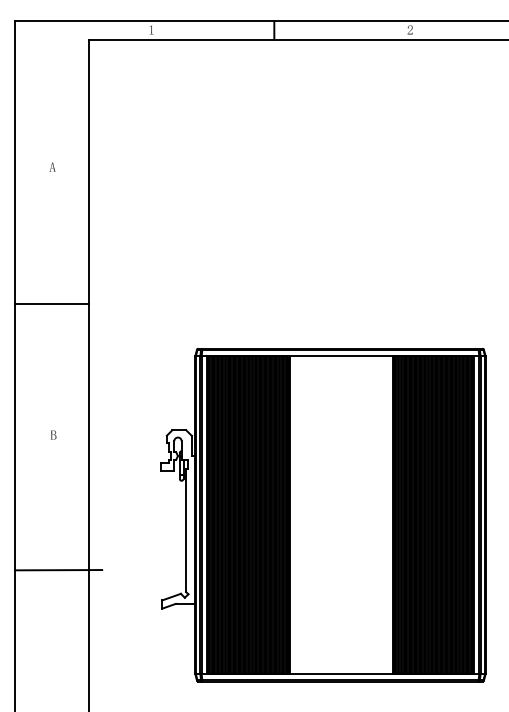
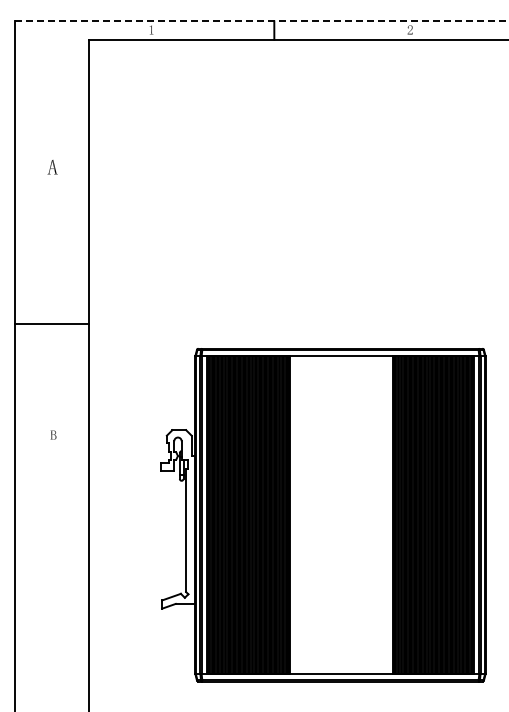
line at (262, 21): solid -> dashed
part at (52, 166) size: 7x10 px -> 11x15 px
line at (52, 304) position: (52, 304) -> (52, 324)
line at (58, 570): present -> none
